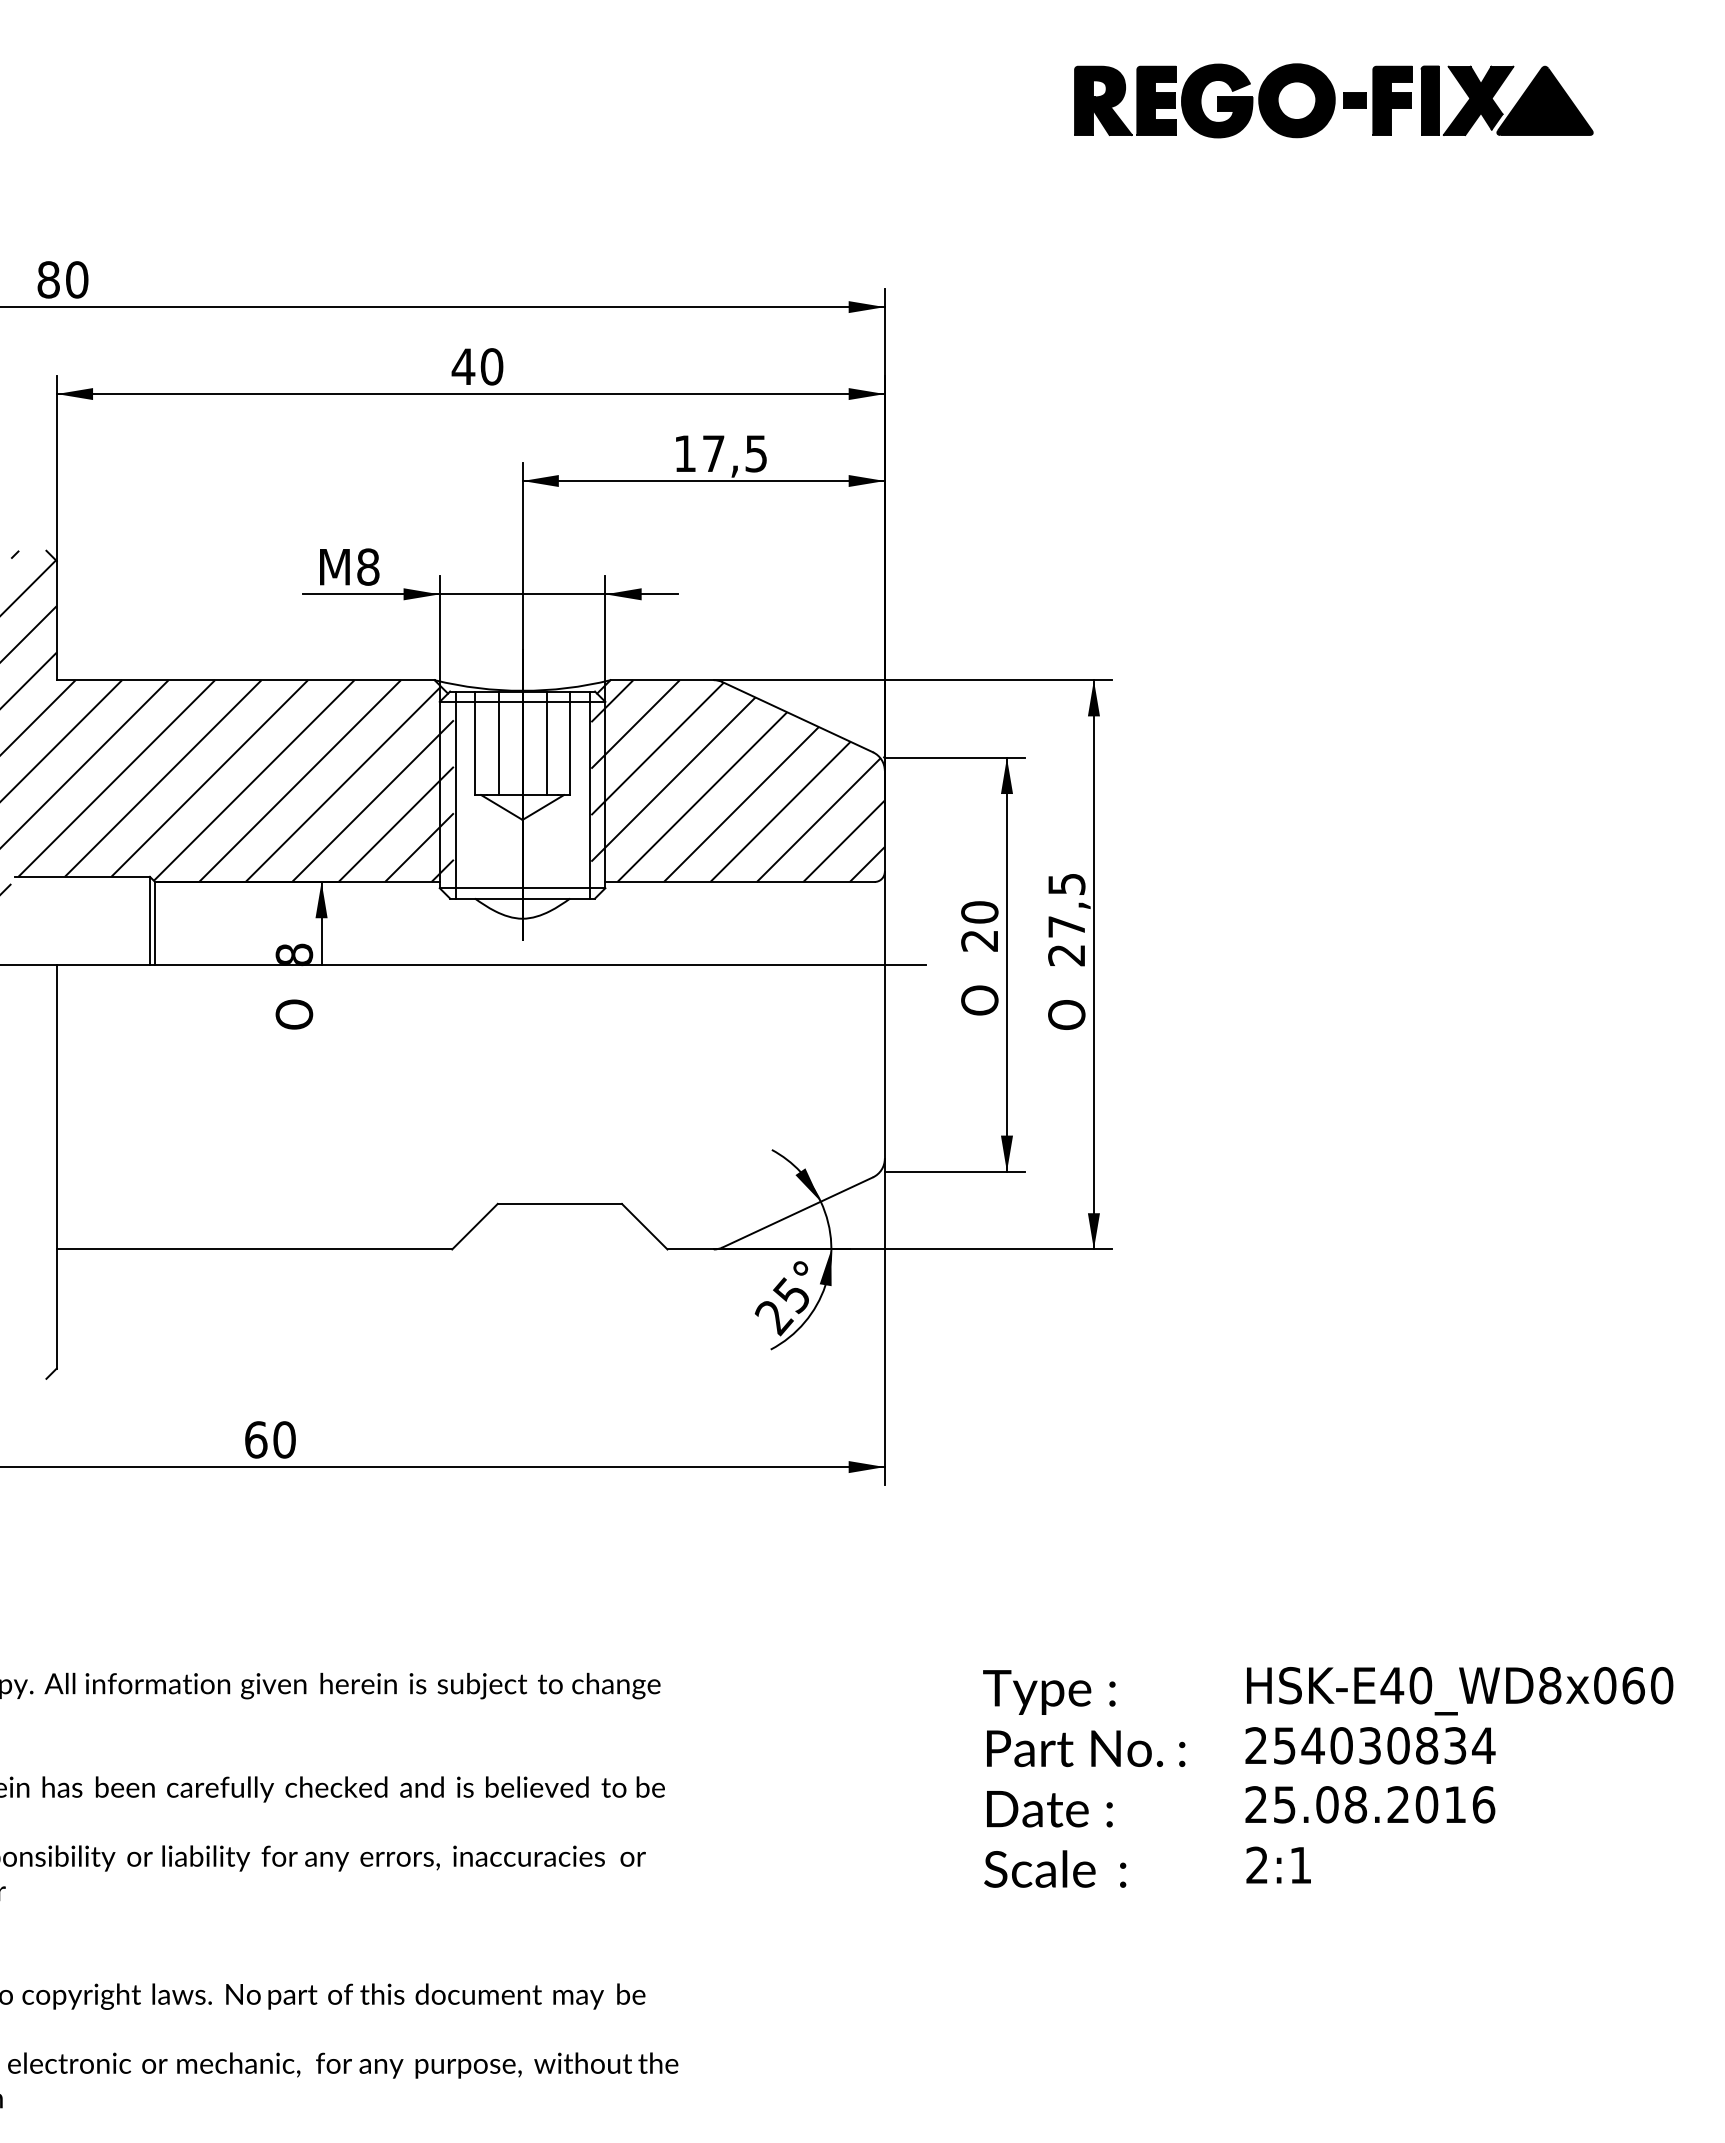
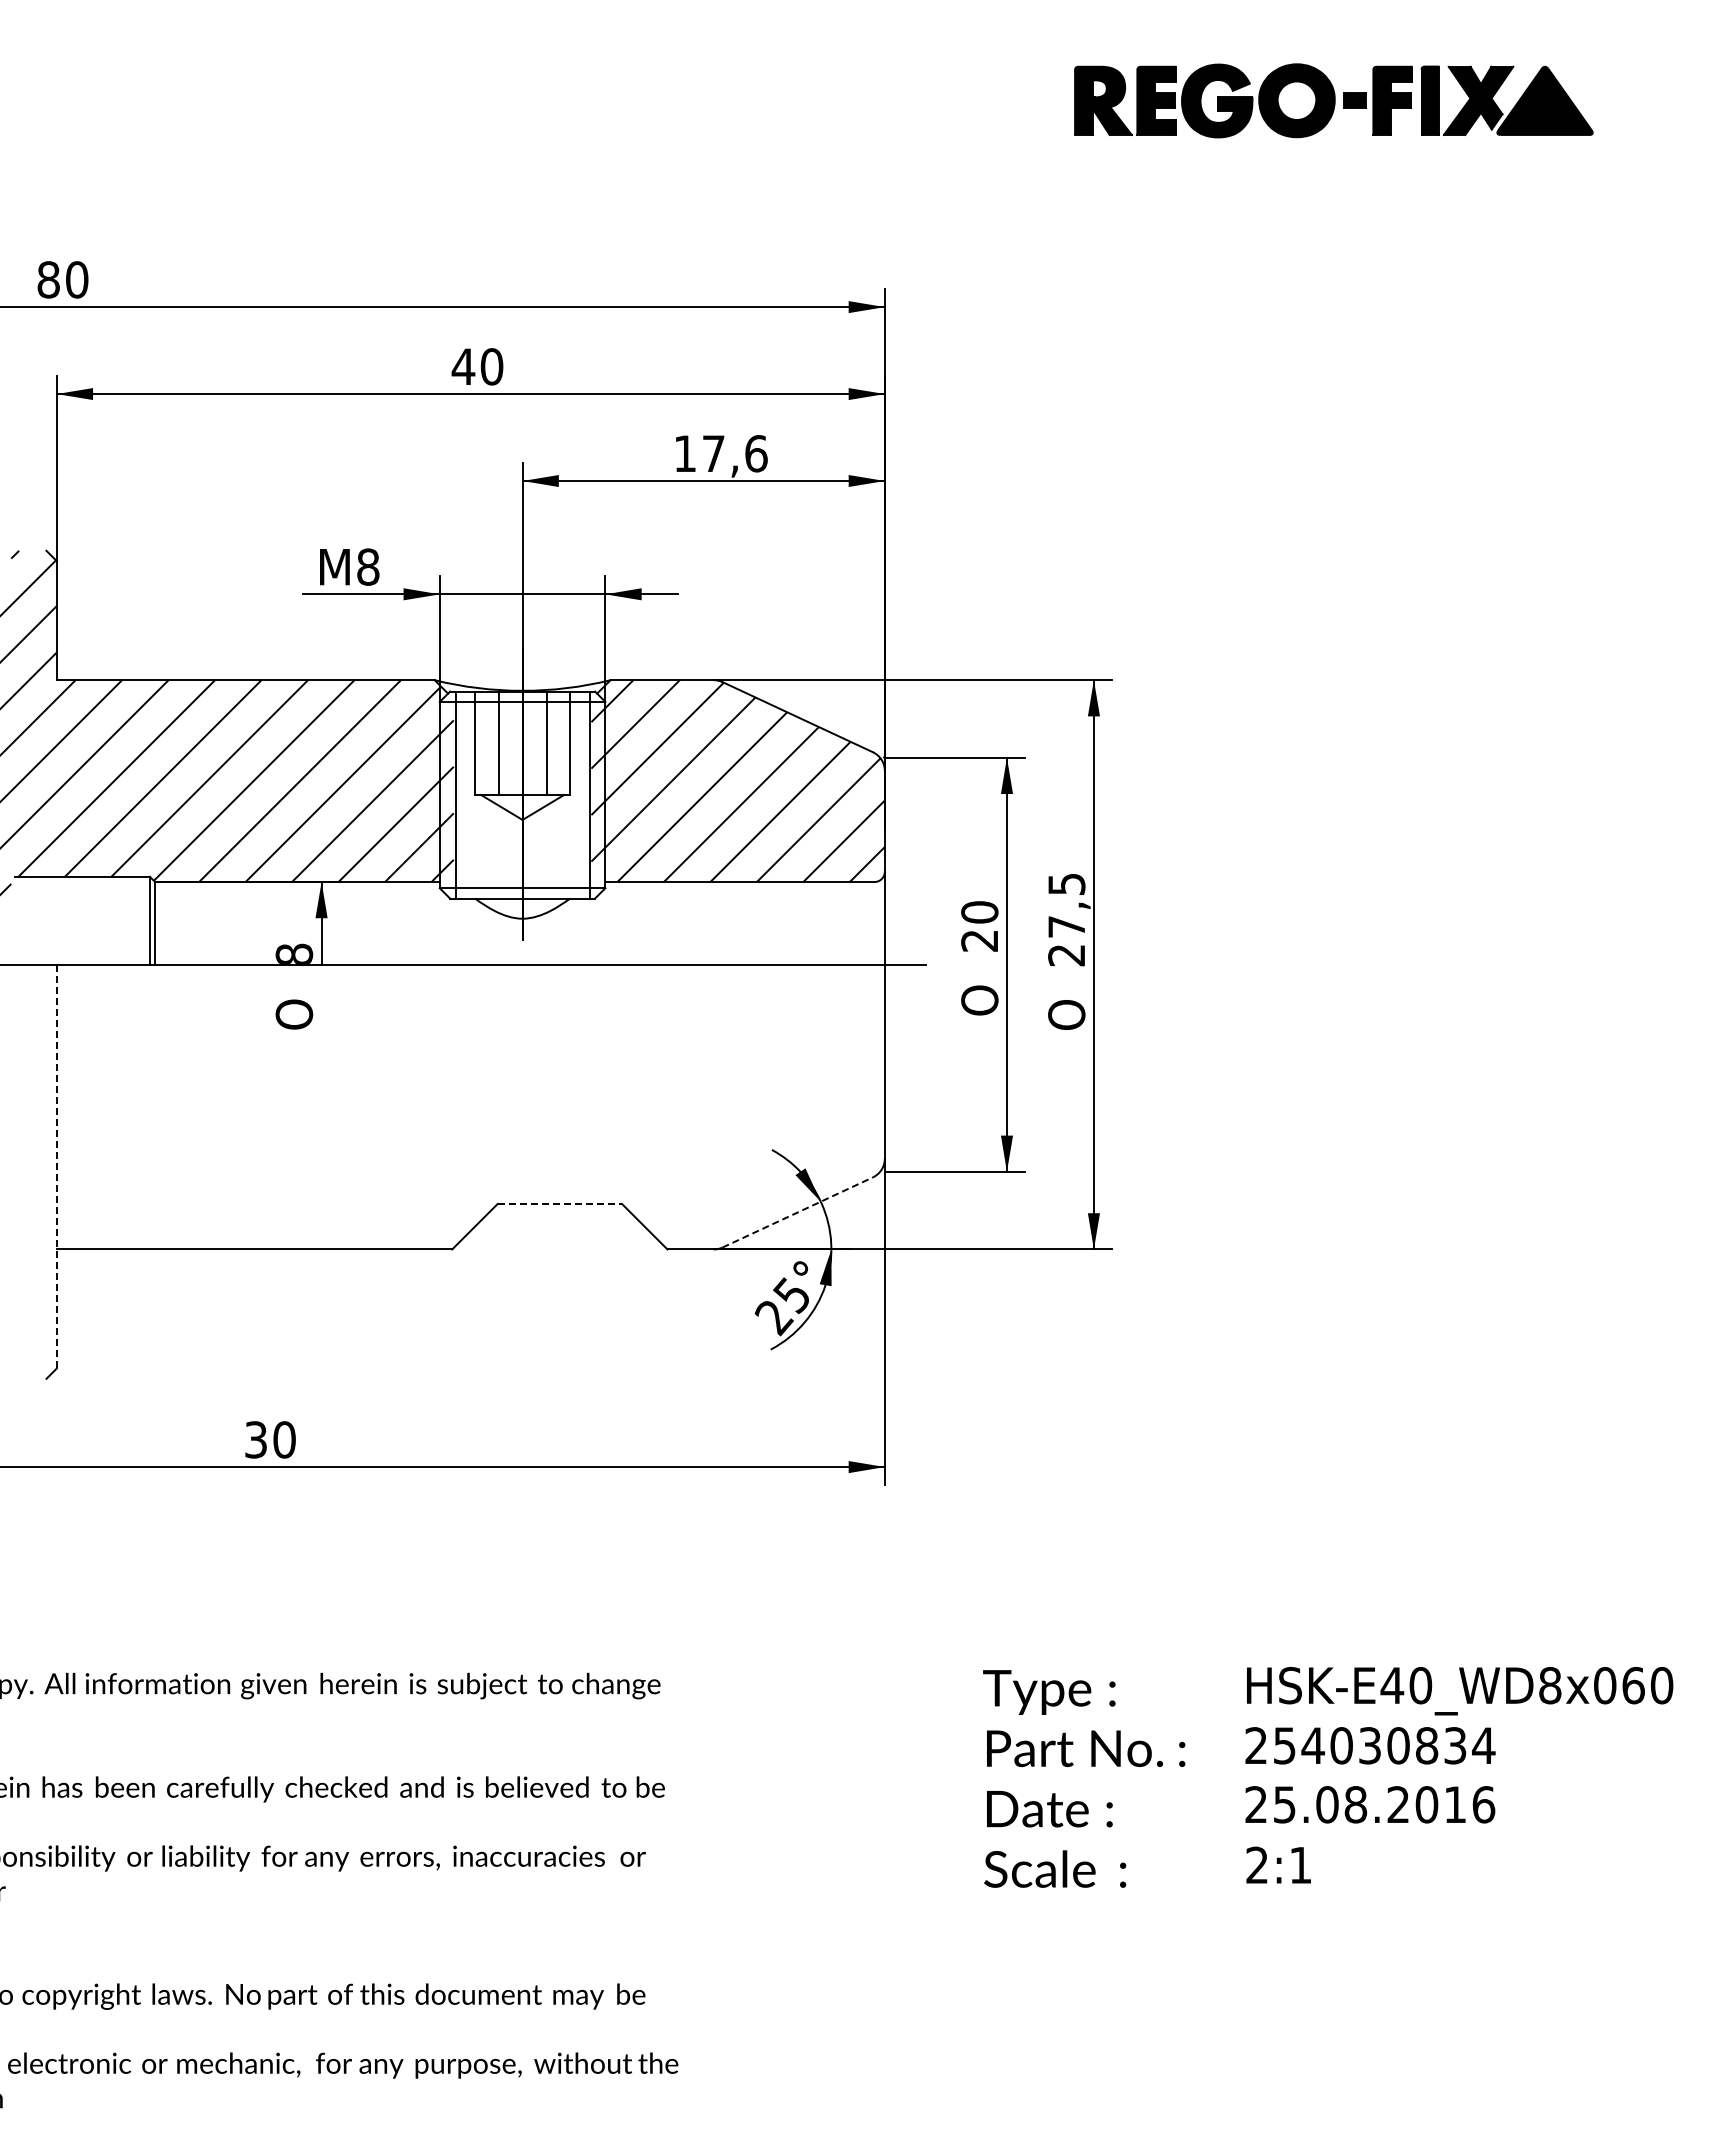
text at (756, 453): 17,5 -> 17,6
line at (56, 1166): solid -> dashed
line at (560, 1203): solid -> dashed
line at (797, 1212): solid -> dashed
text at (256, 1439): 60 -> 30
